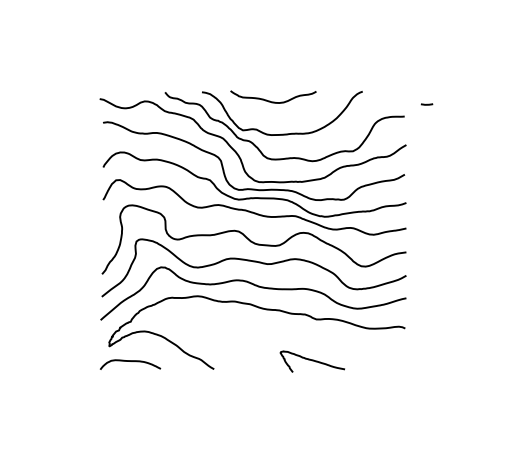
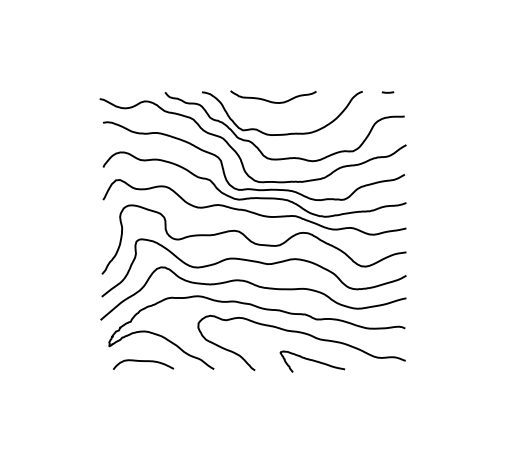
line at (426, 104) position: (426, 104) -> (387, 92)
curve at (304, 334): none -> present
curve at (130, 361) position: (130, 361) -> (143, 361)
